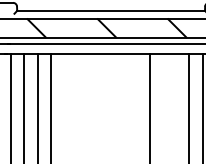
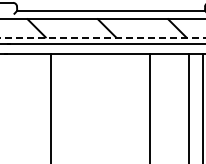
line at (103, 38): solid -> dashed
line at (10, 106): present -> none
line at (23, 106): present -> none
line at (37, 106): present -> none
